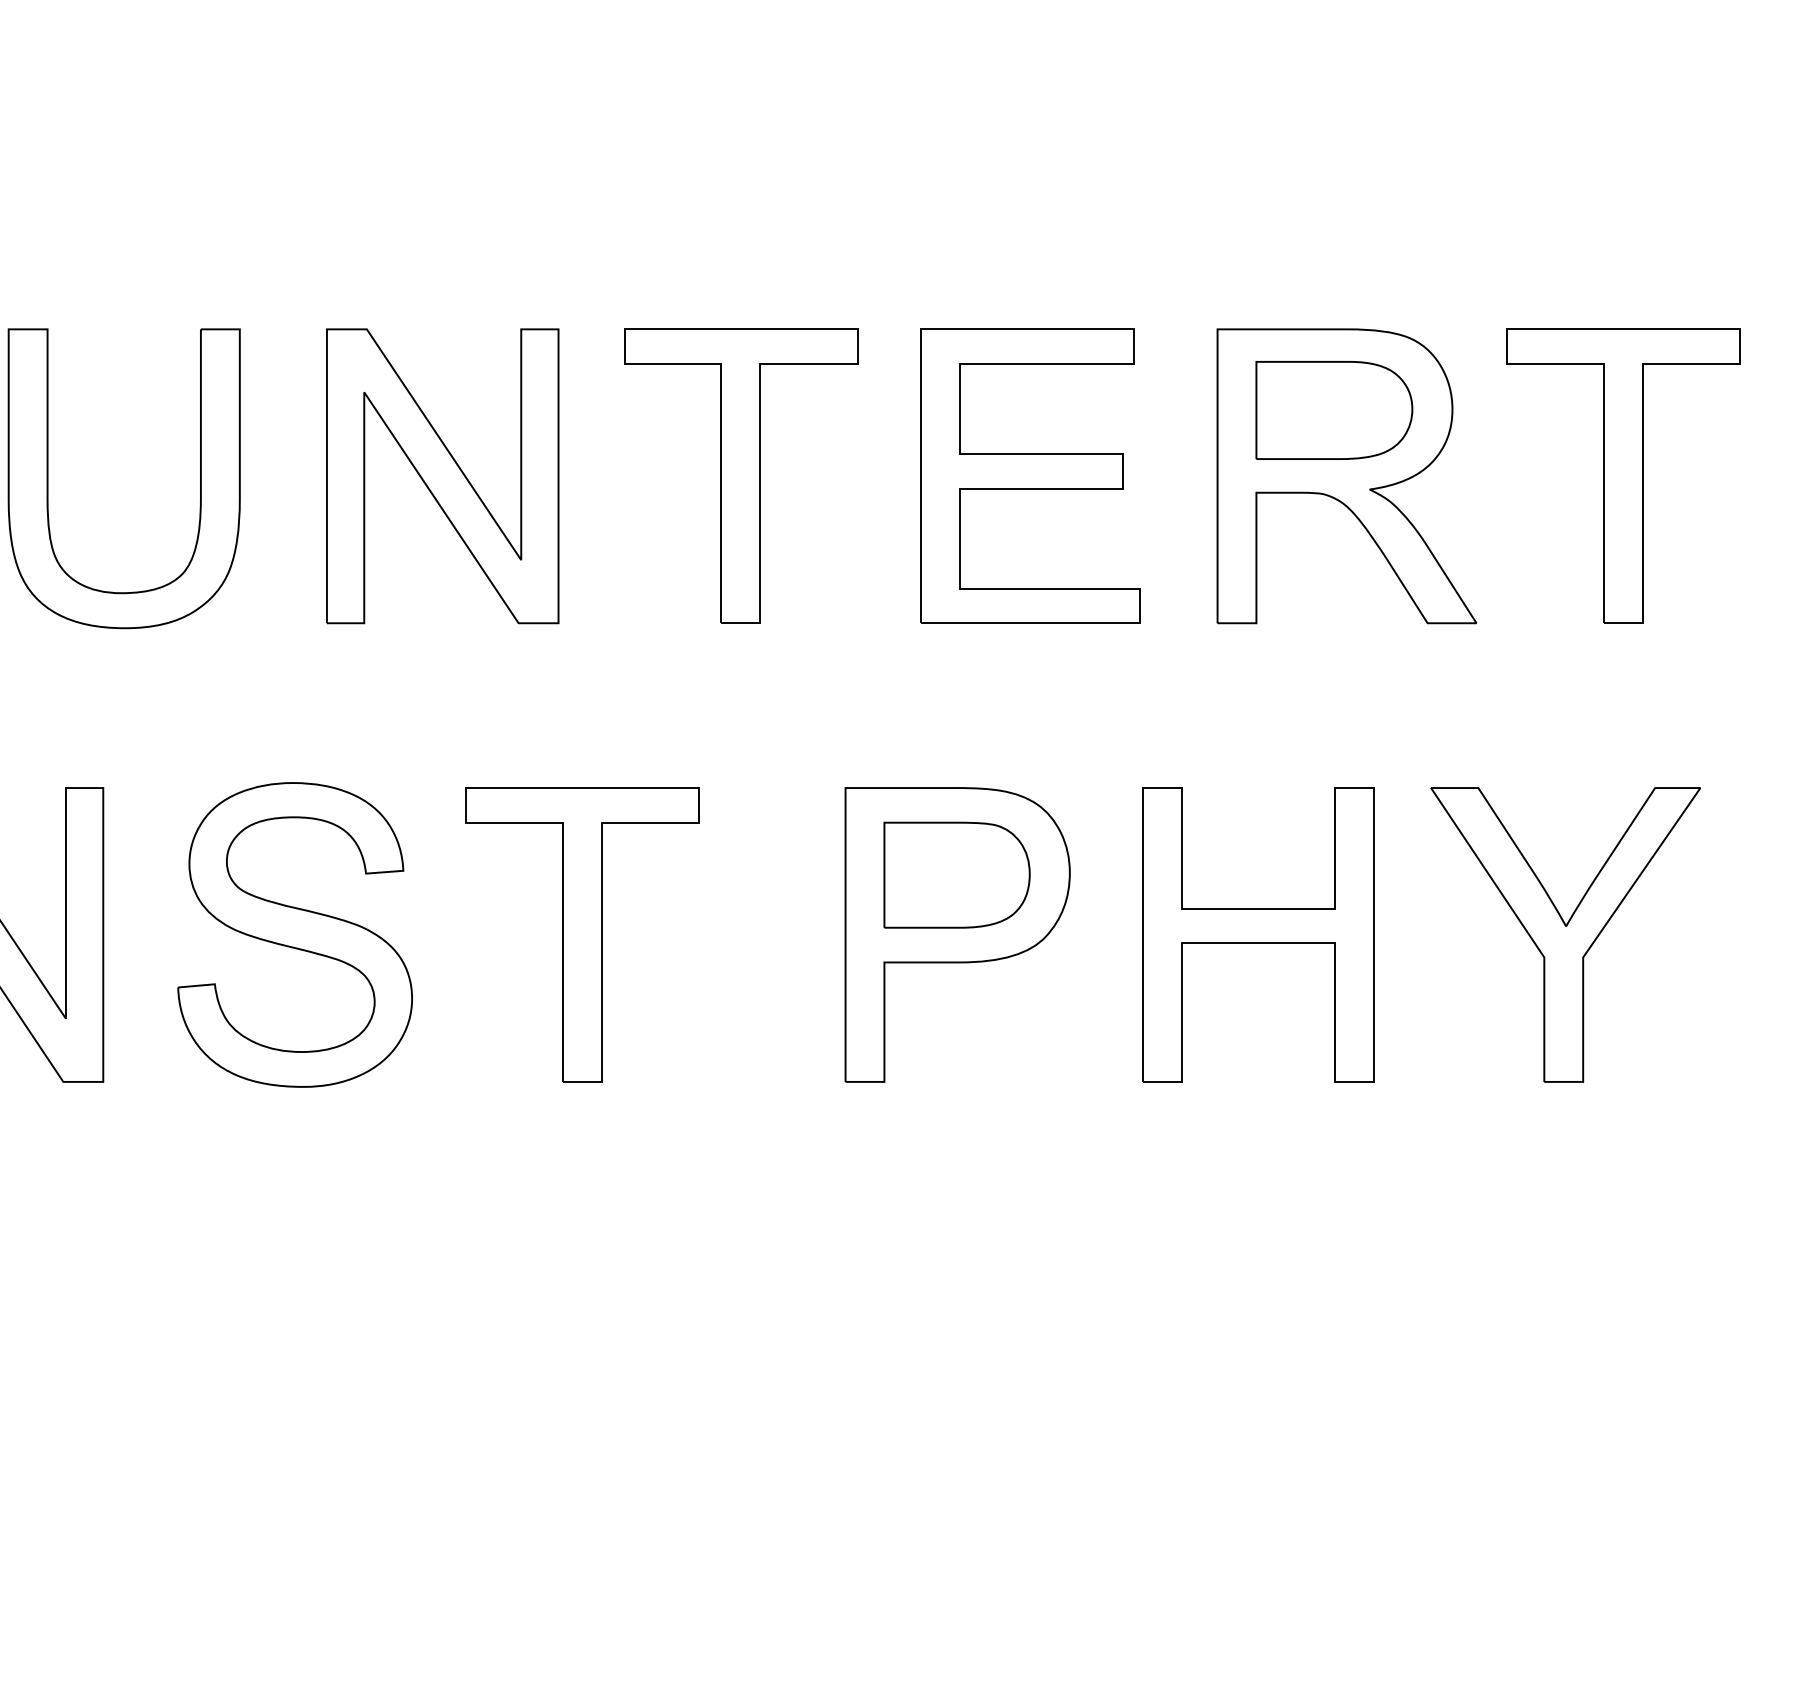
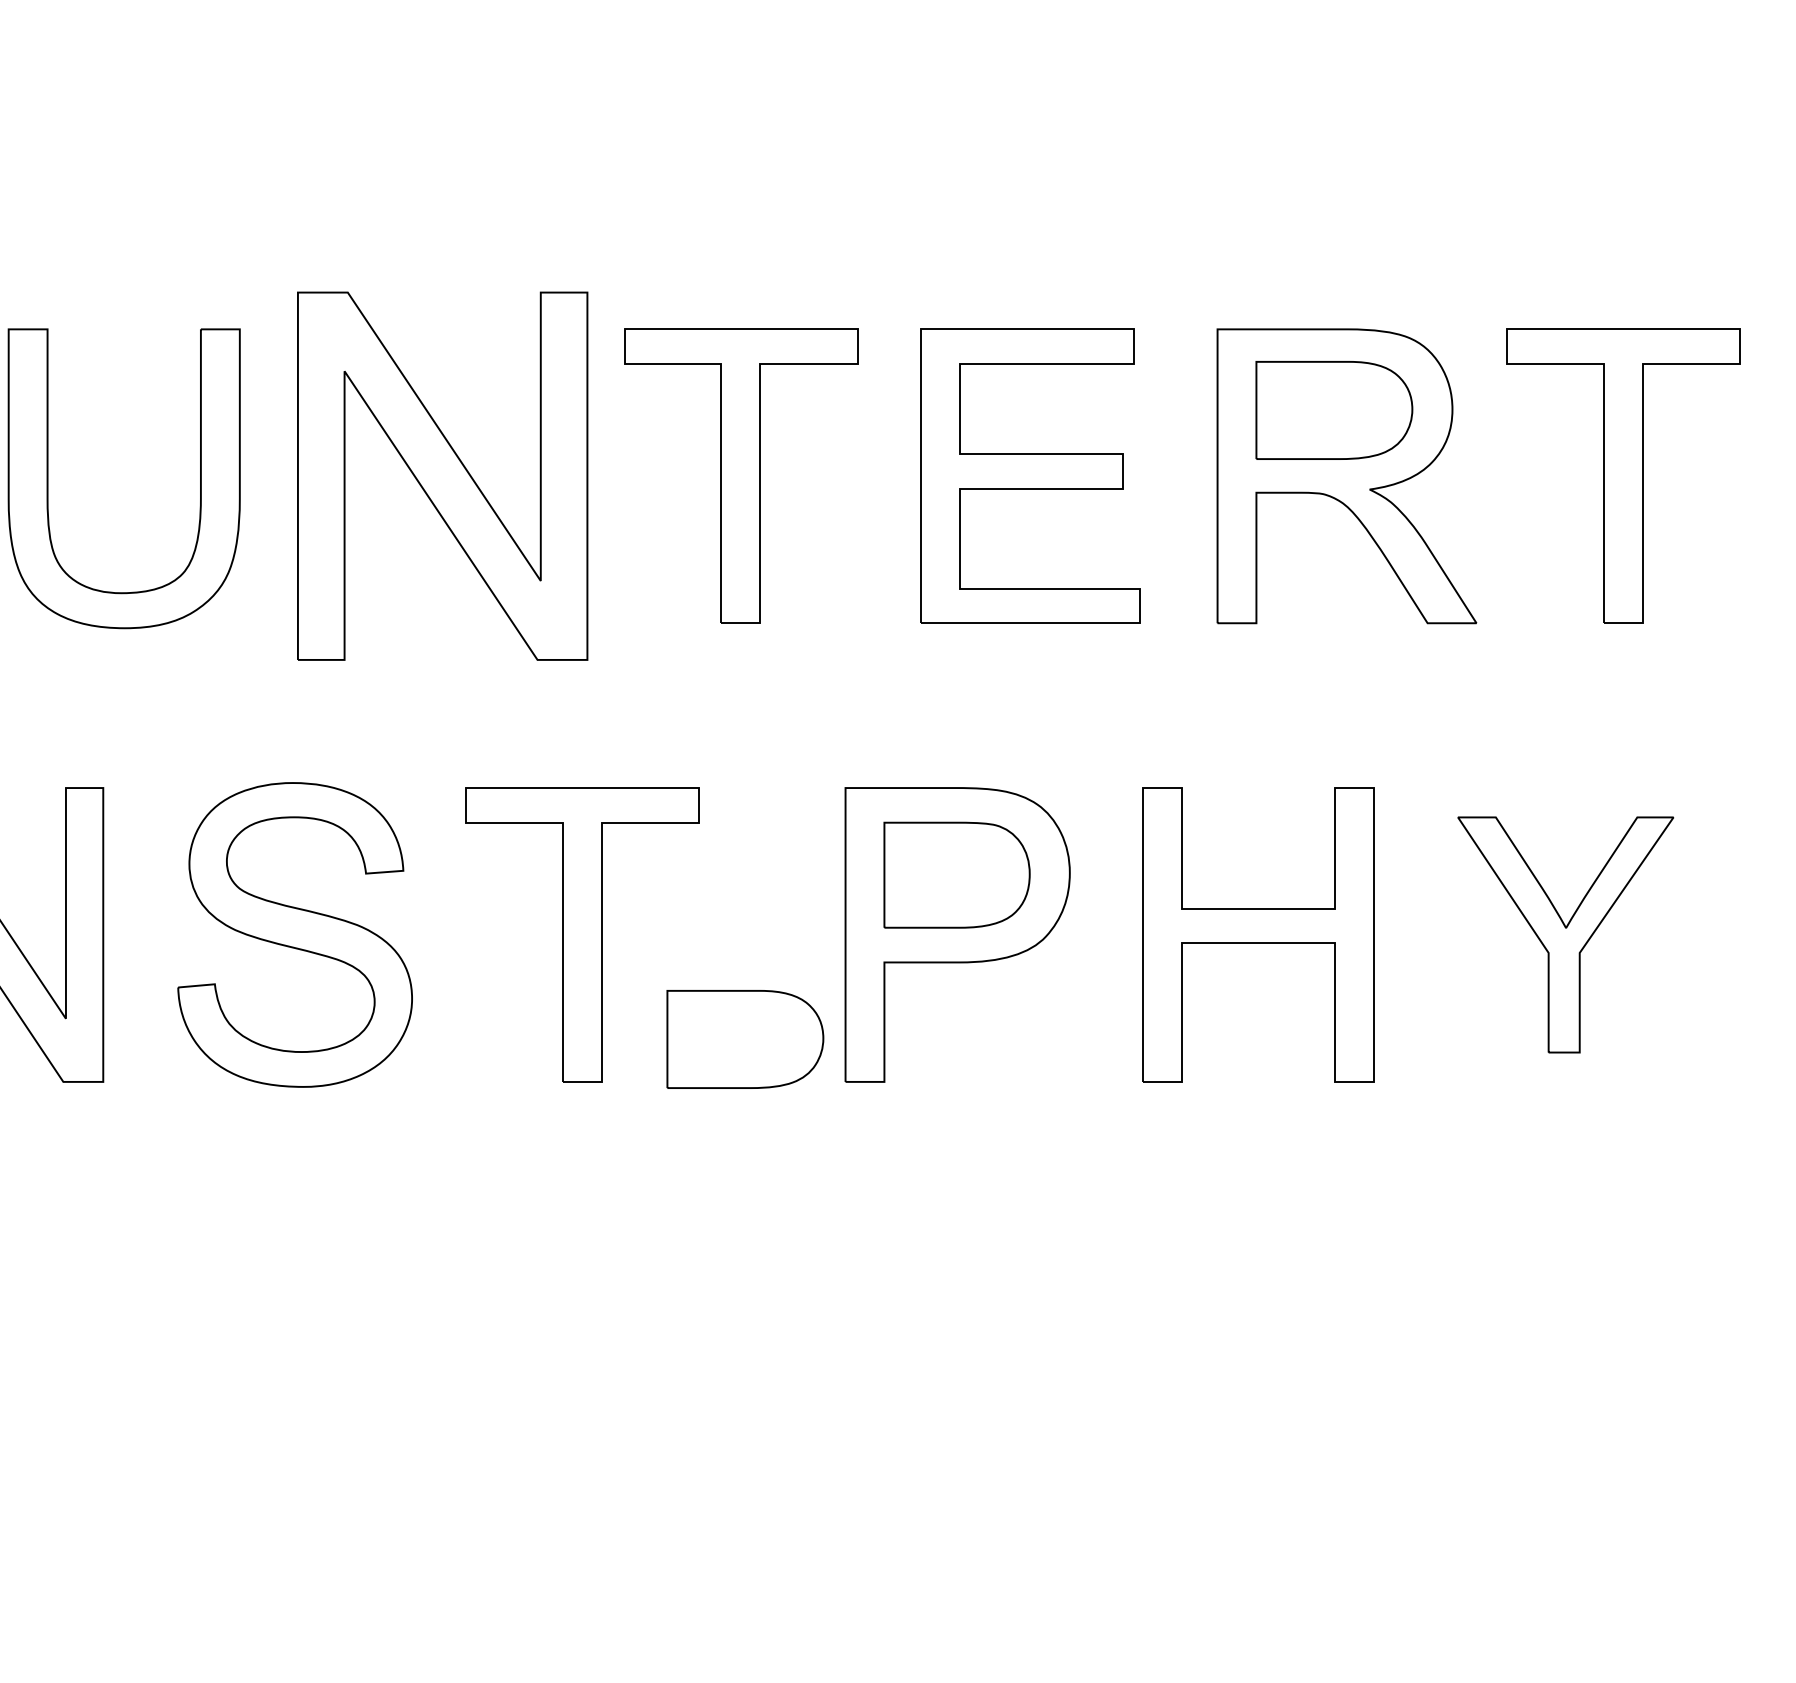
part at (442, 476) size: 234x297 px -> 292x370 px
part at (1565, 934) size: 272x296 px -> 218x238 px
part at (745, 1039): none -> present
